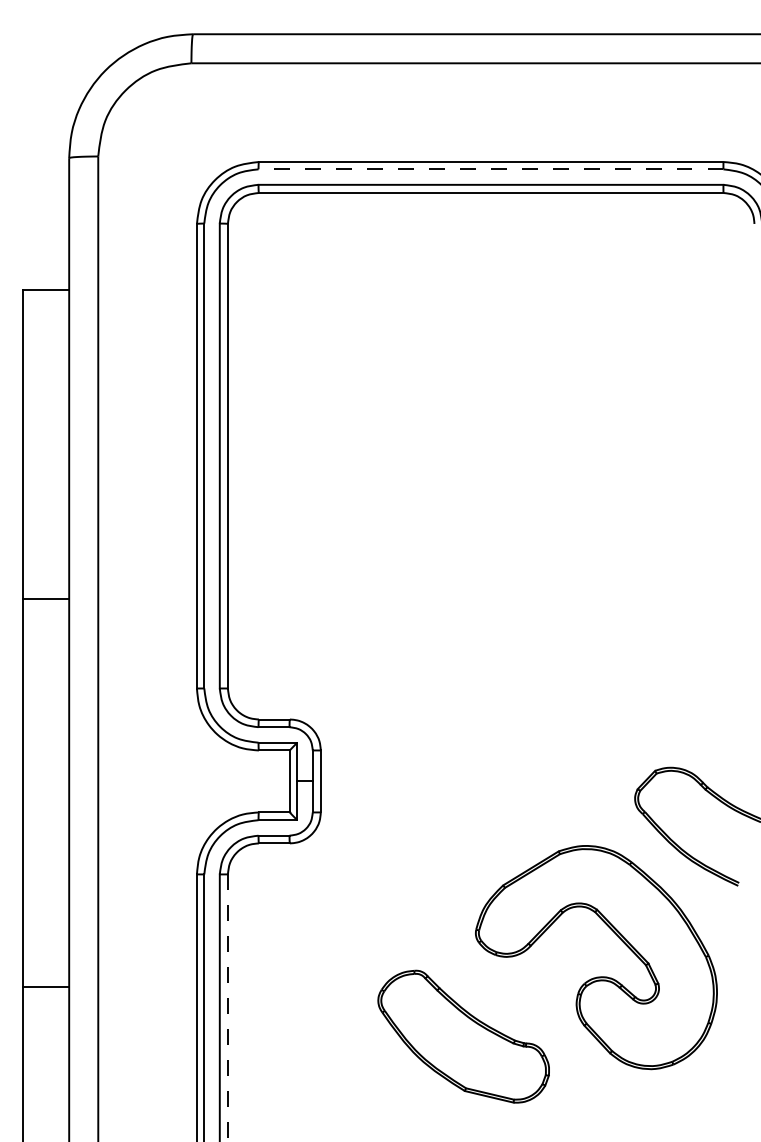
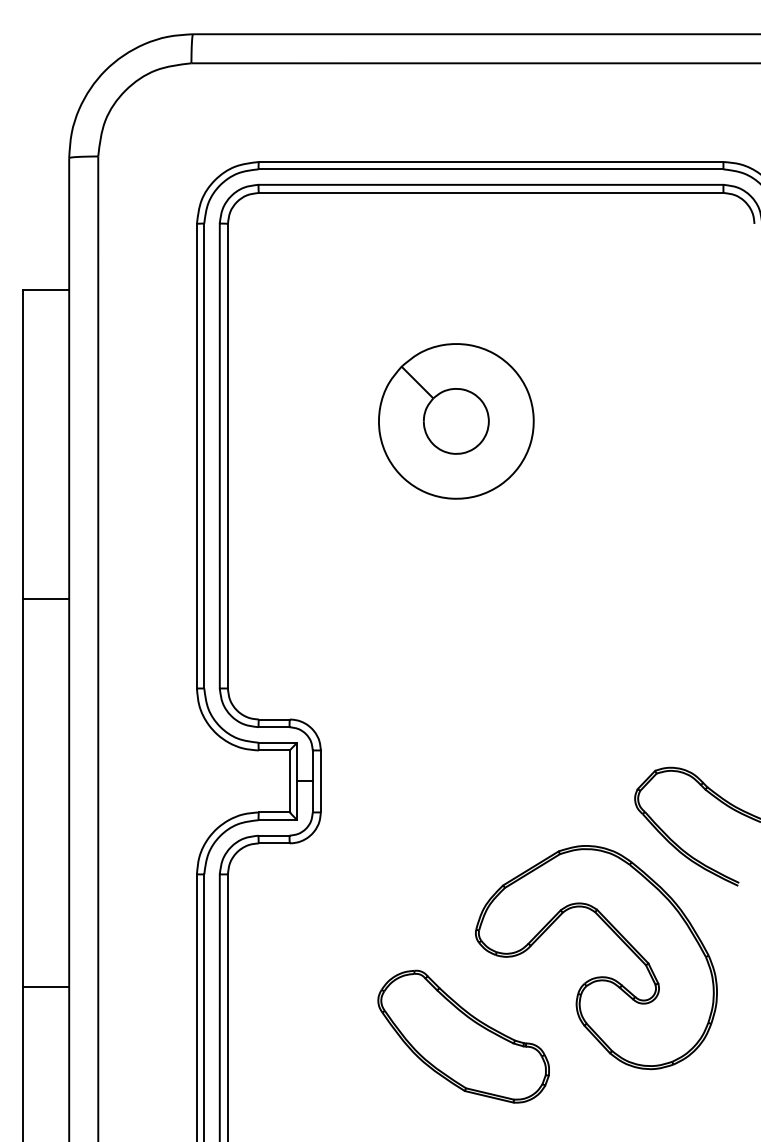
line at (490, 169): dashed -> solid
part at (456, 421): none -> present
line at (227, 1008): dashed -> solid
